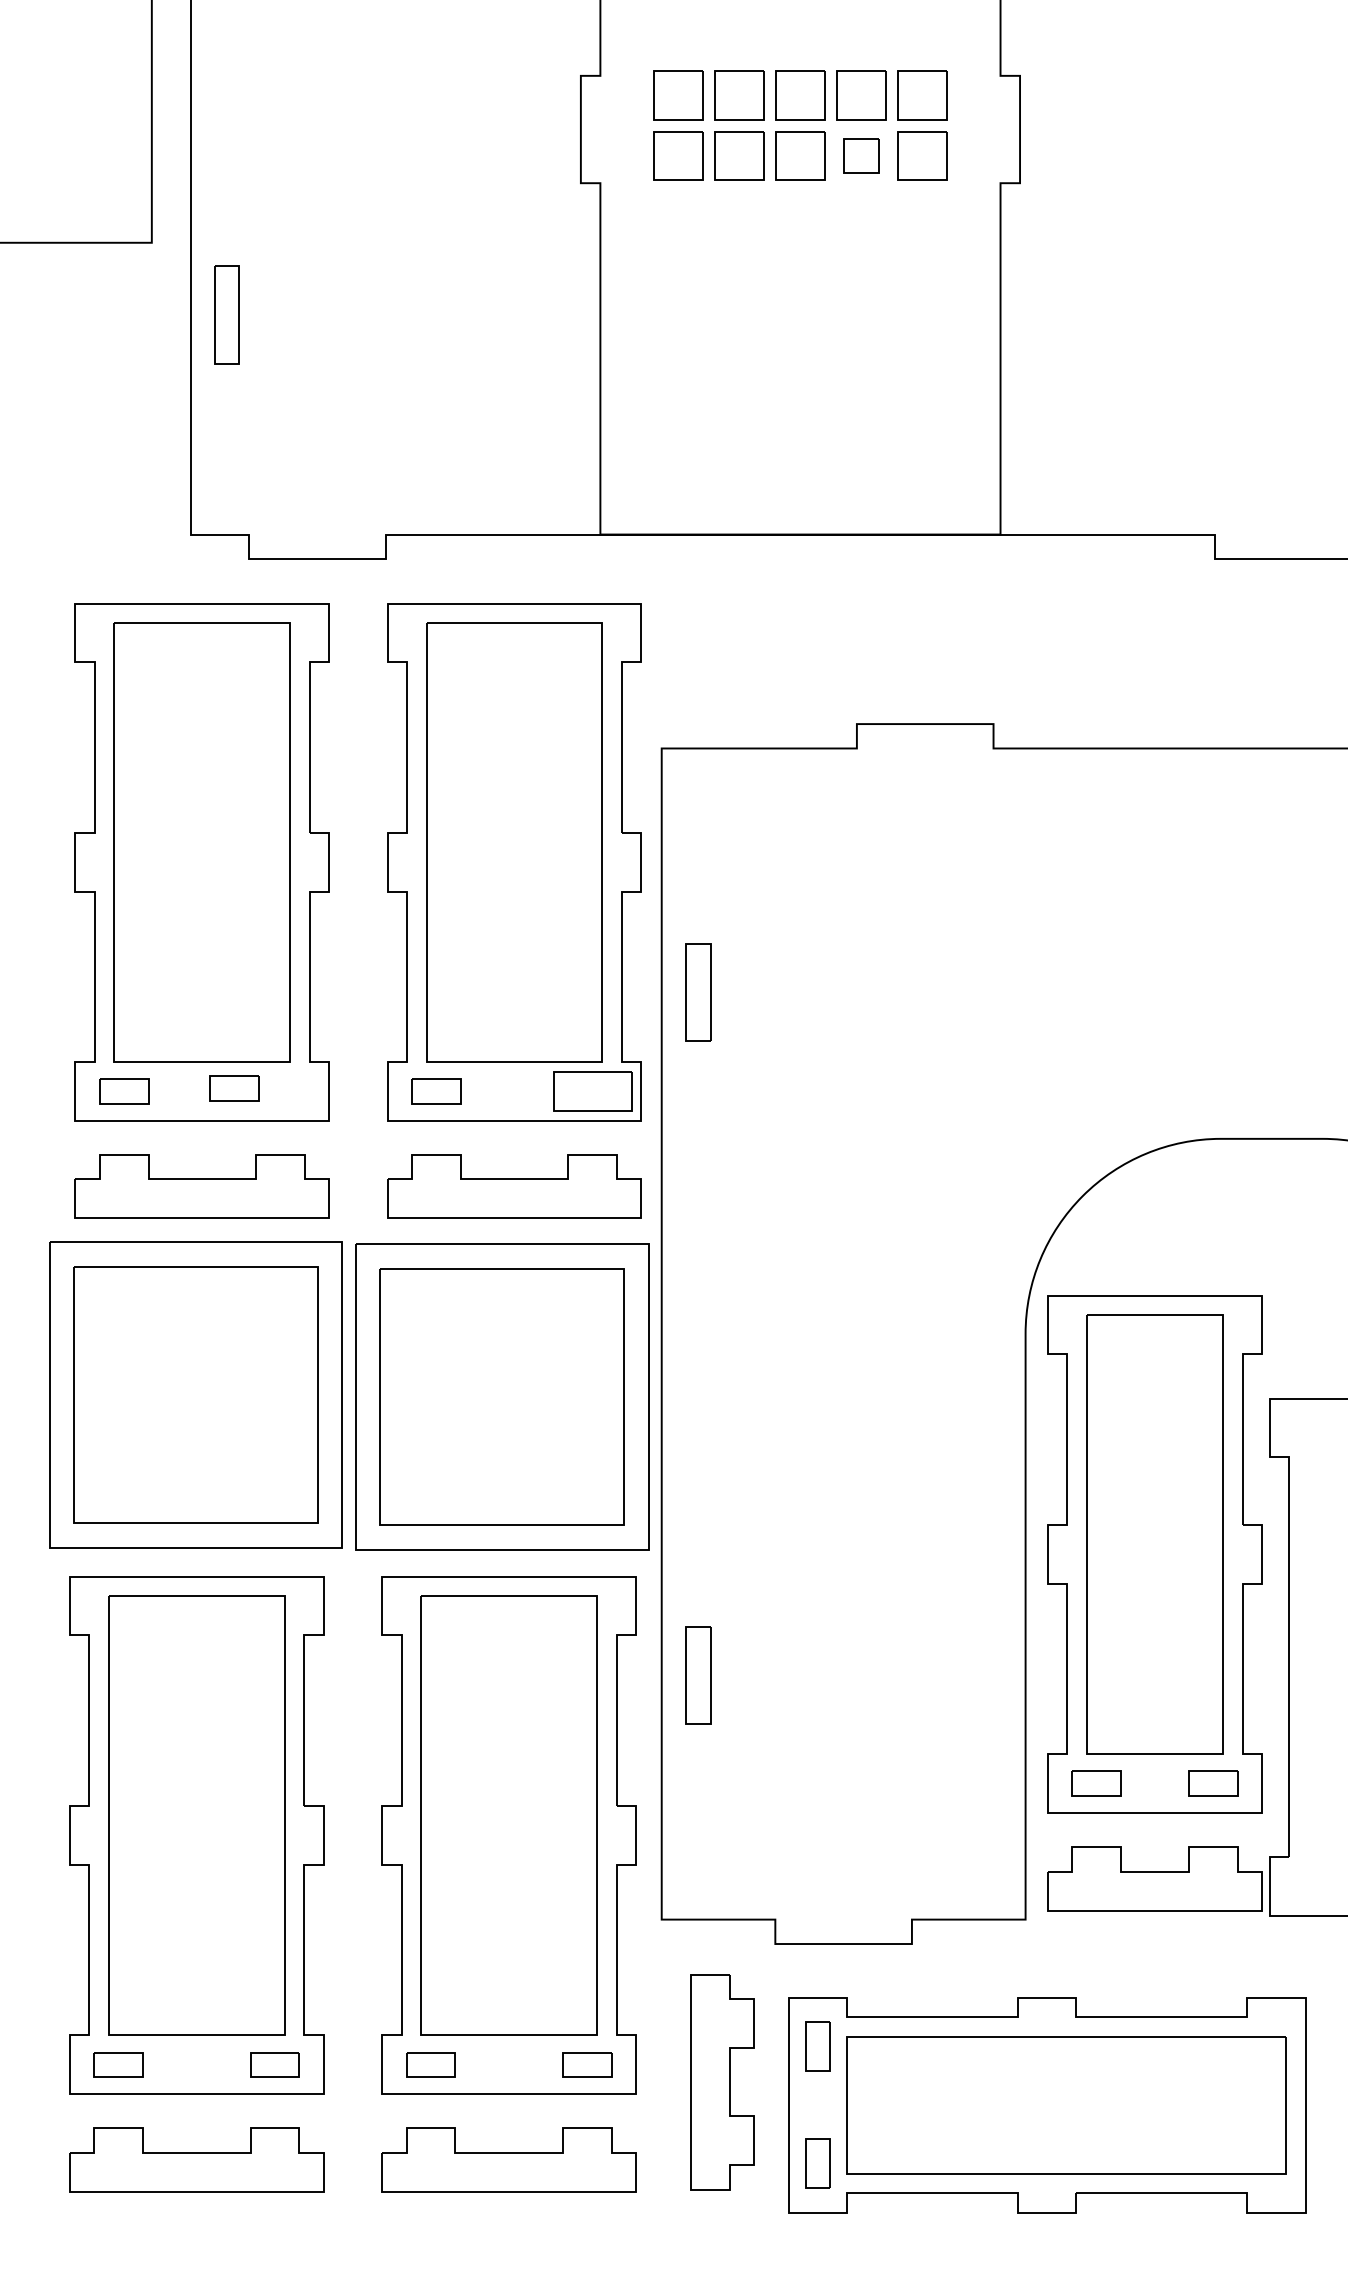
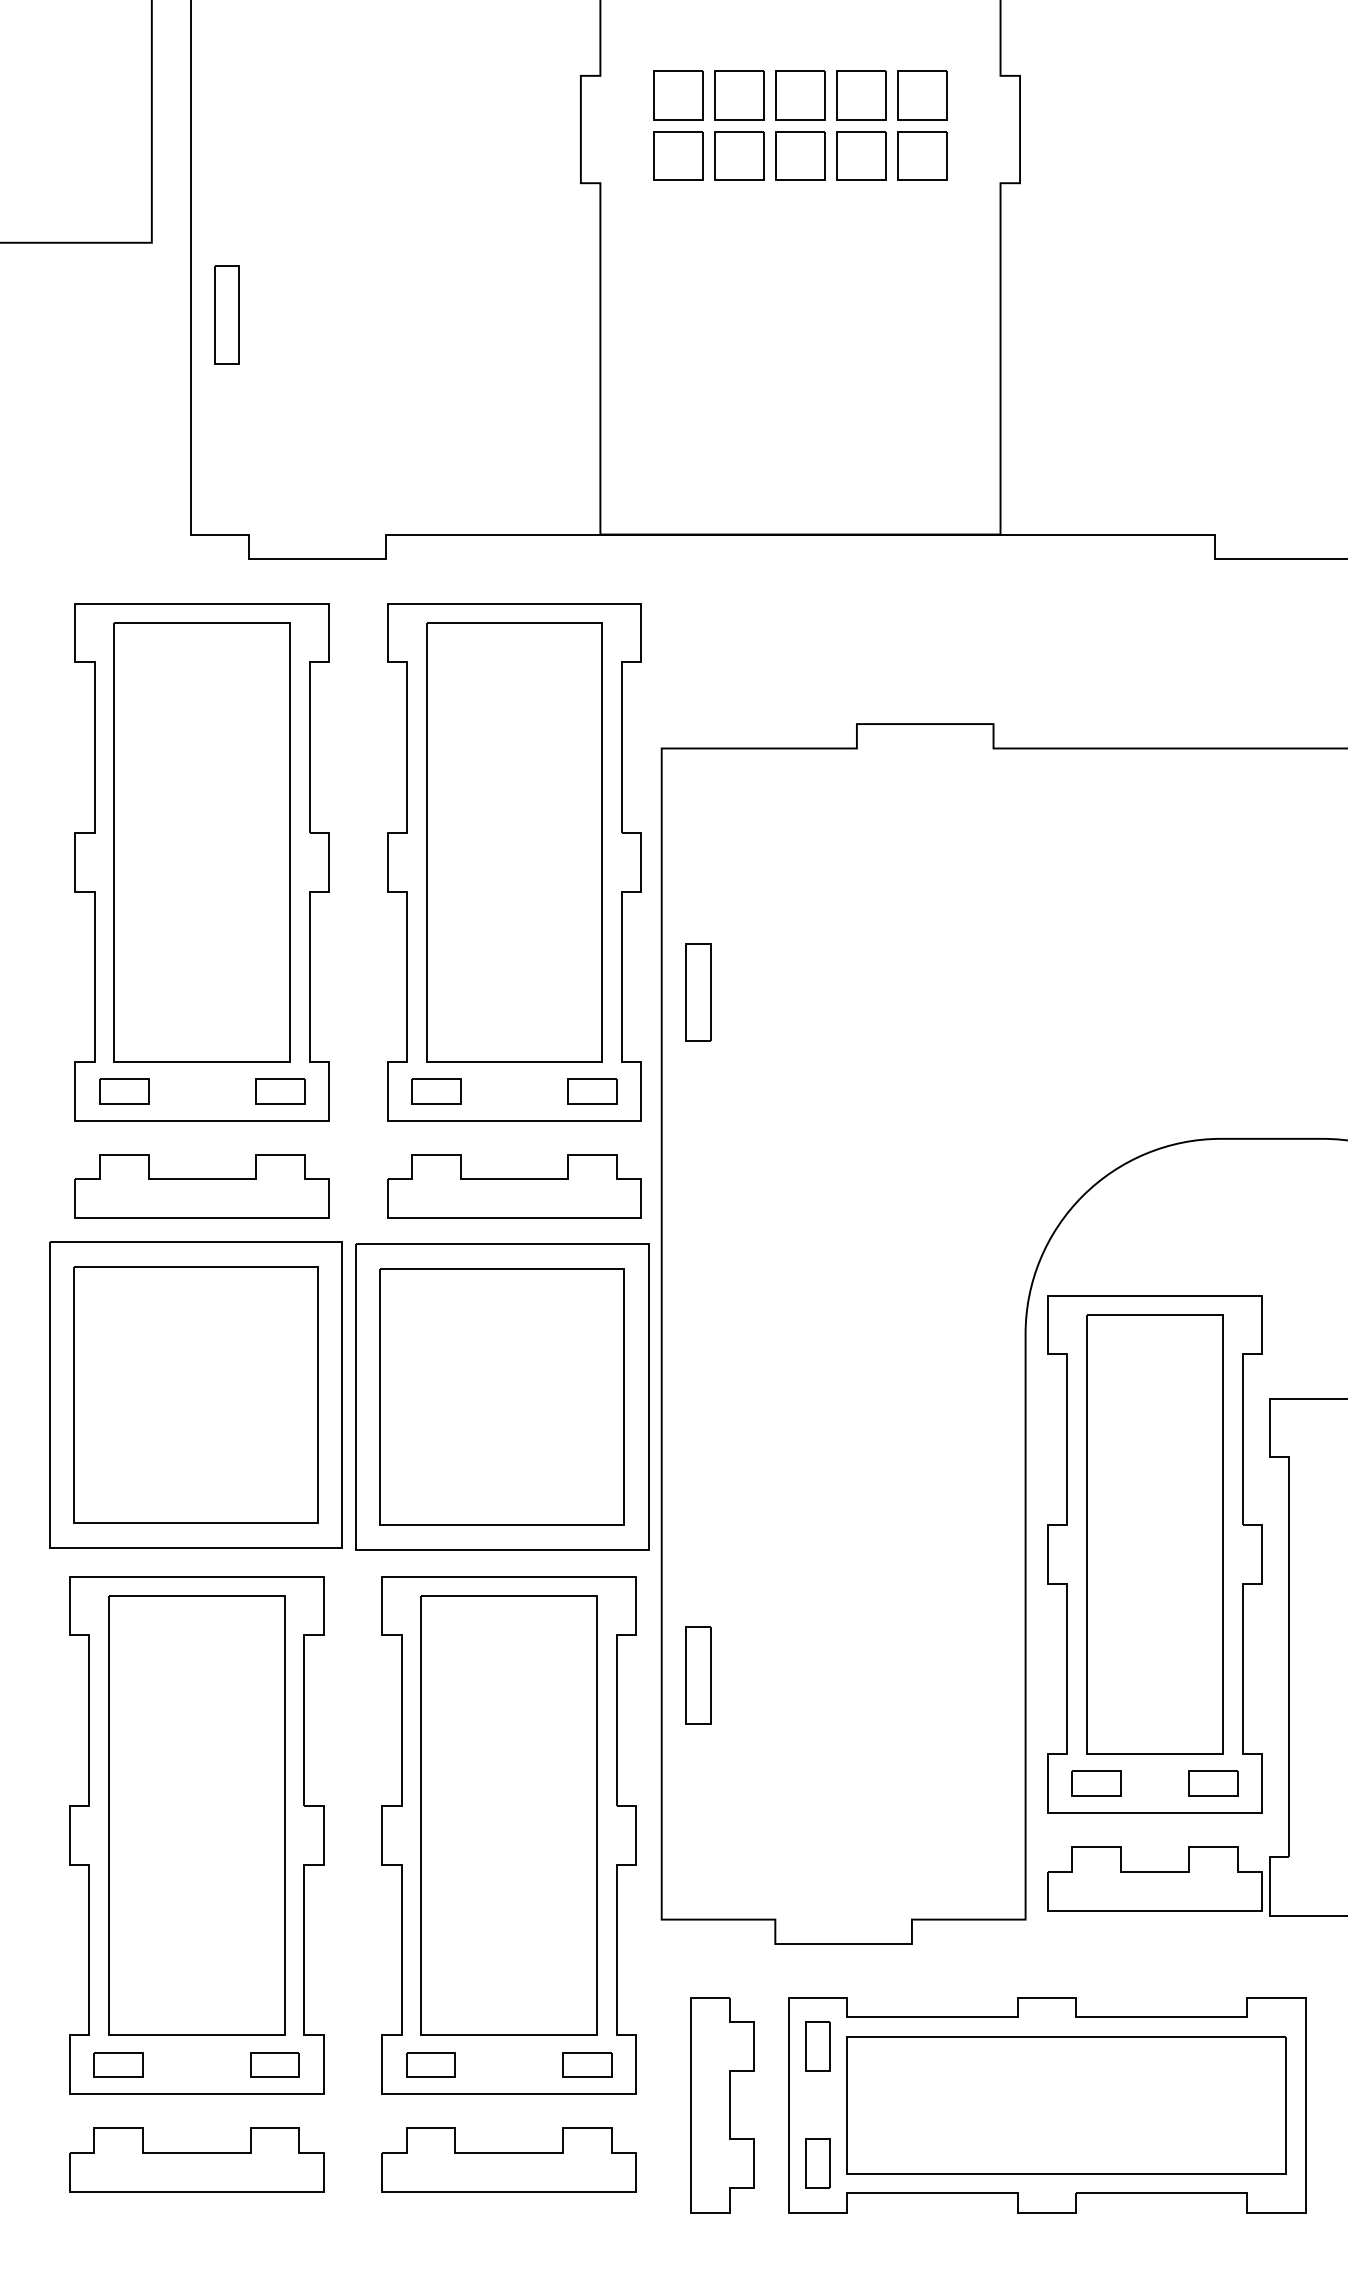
part at (861, 155) size: 37x36 px -> 51x50 px
part at (234, 1088) position: (234, 1088) -> (280, 1091)
part at (592, 1091) size: 80x41 px -> 51x27 px
part at (722, 2082) position: (722, 2082) -> (722, 2105)
